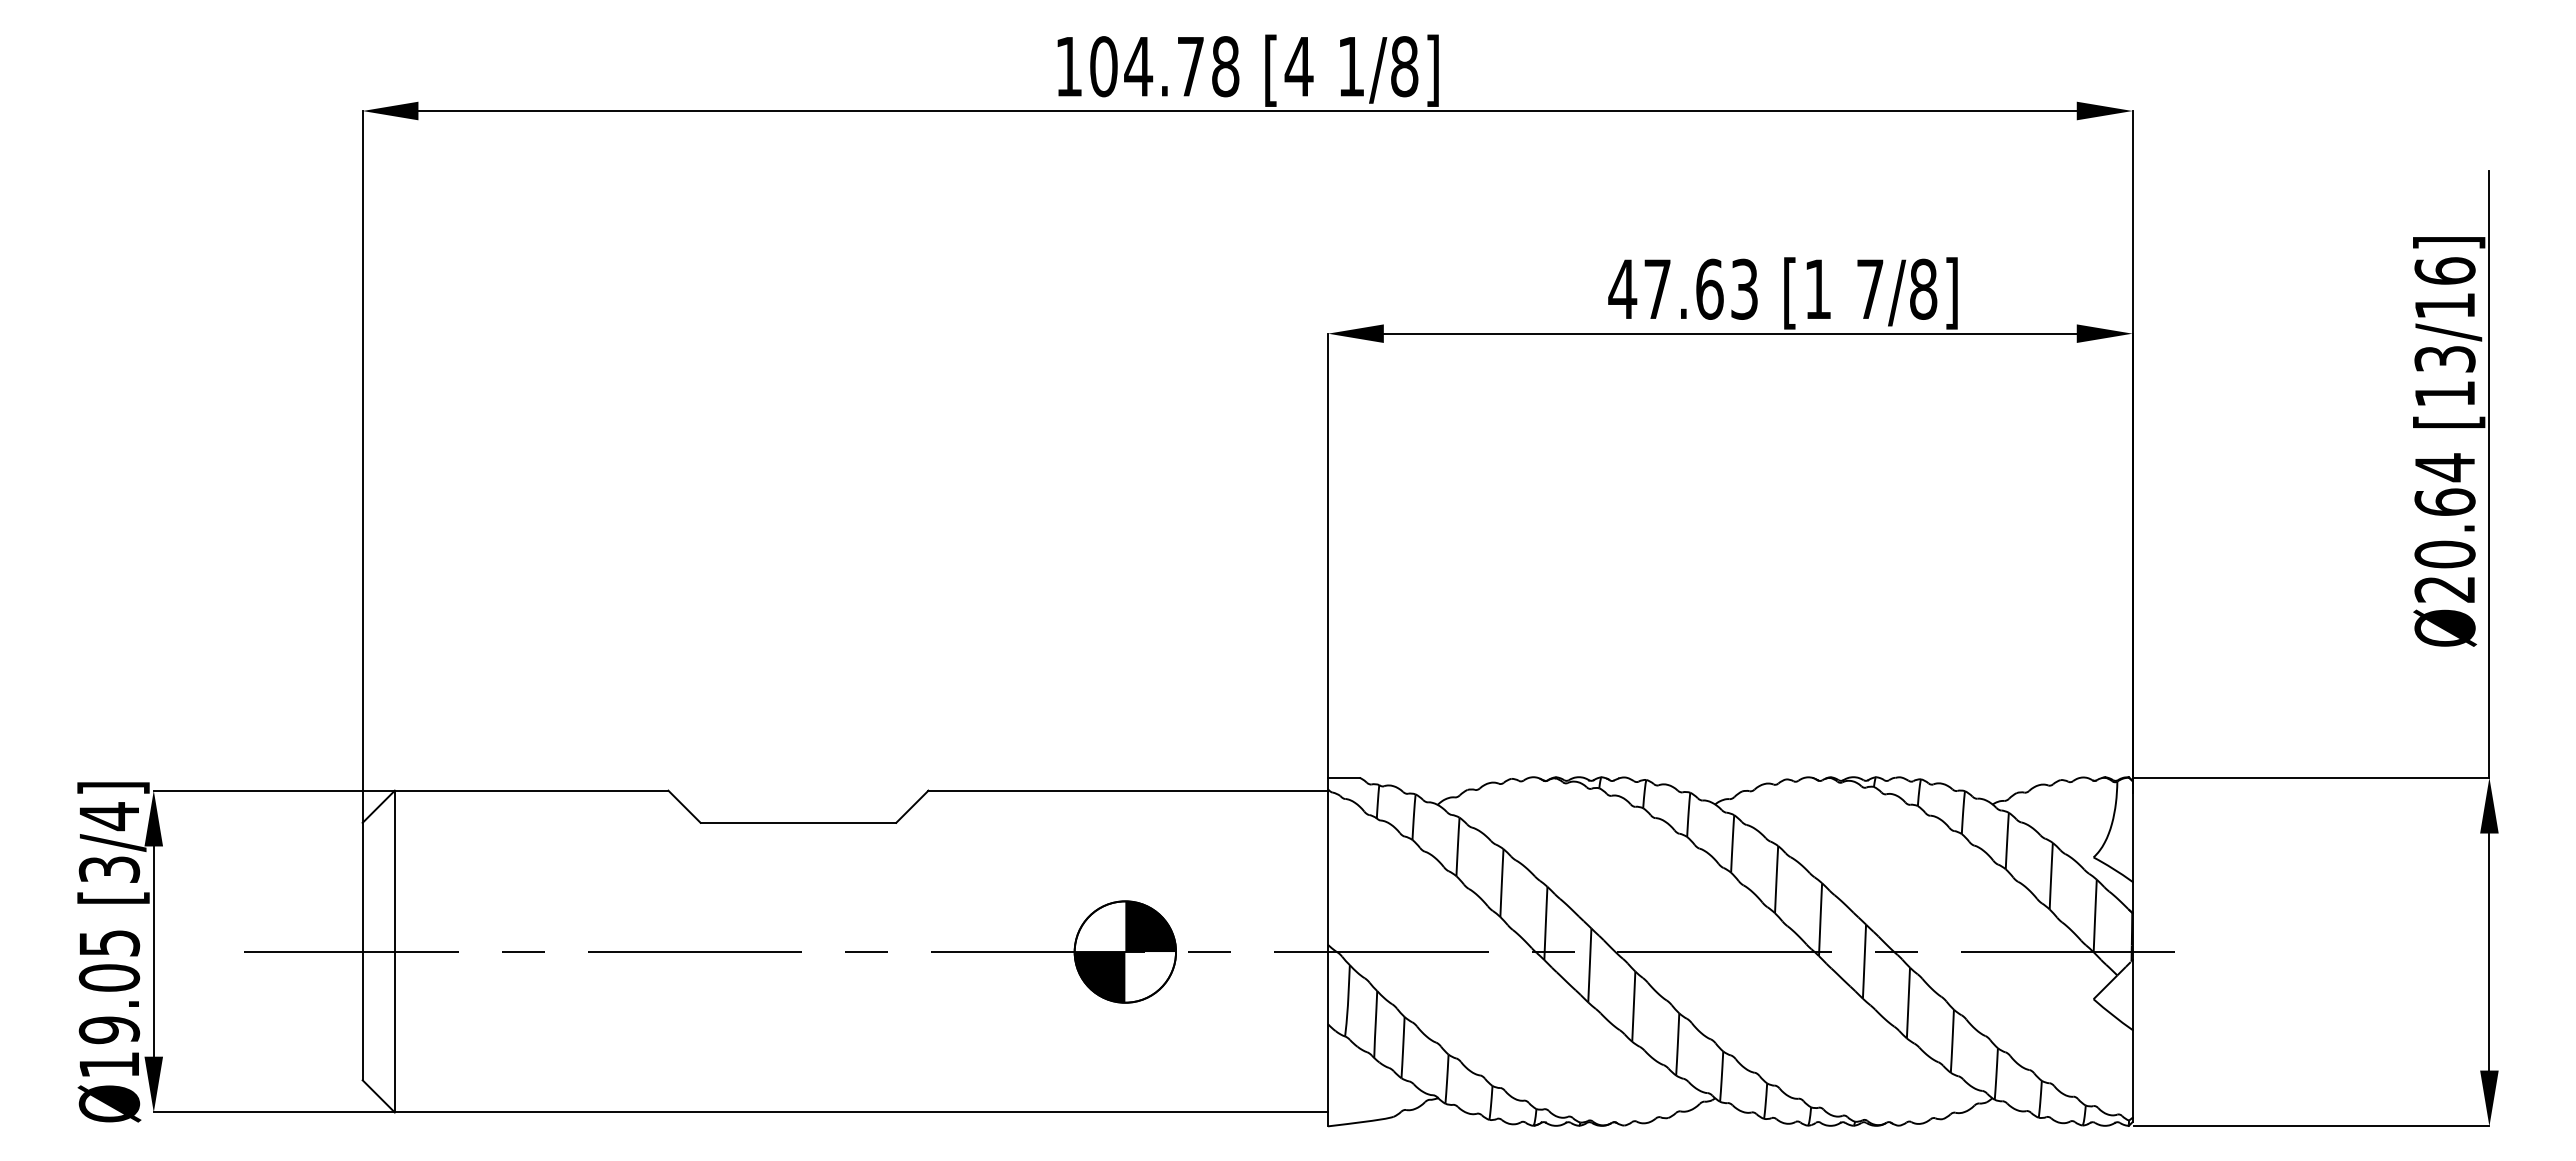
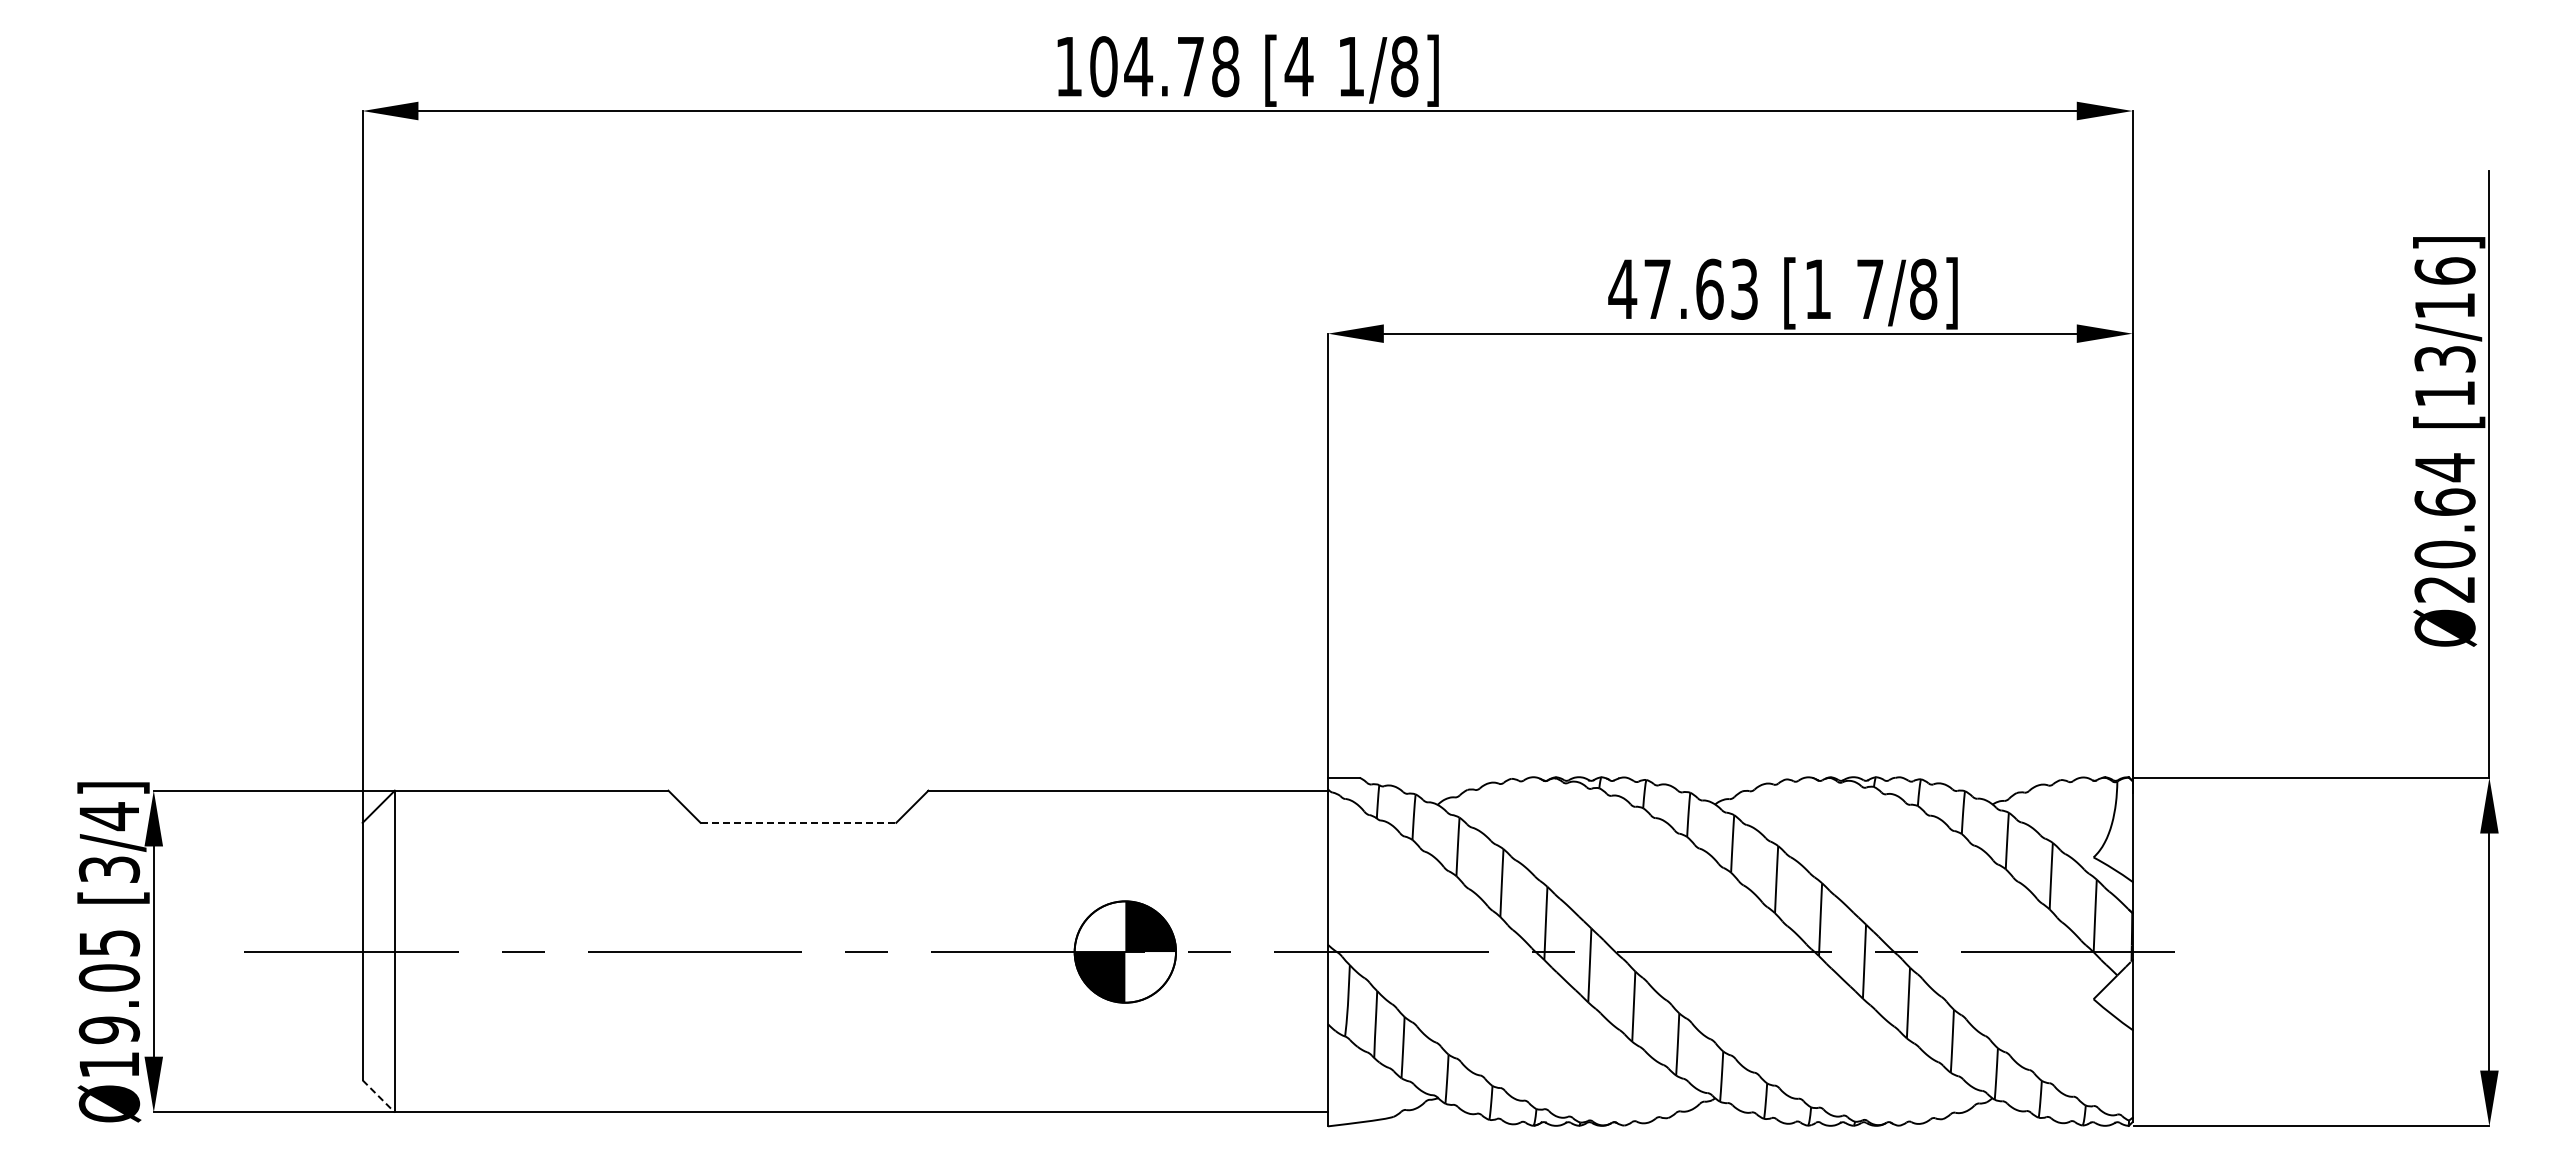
line at (798, 822): solid -> dashed
line at (378, 1096): solid -> dashed
